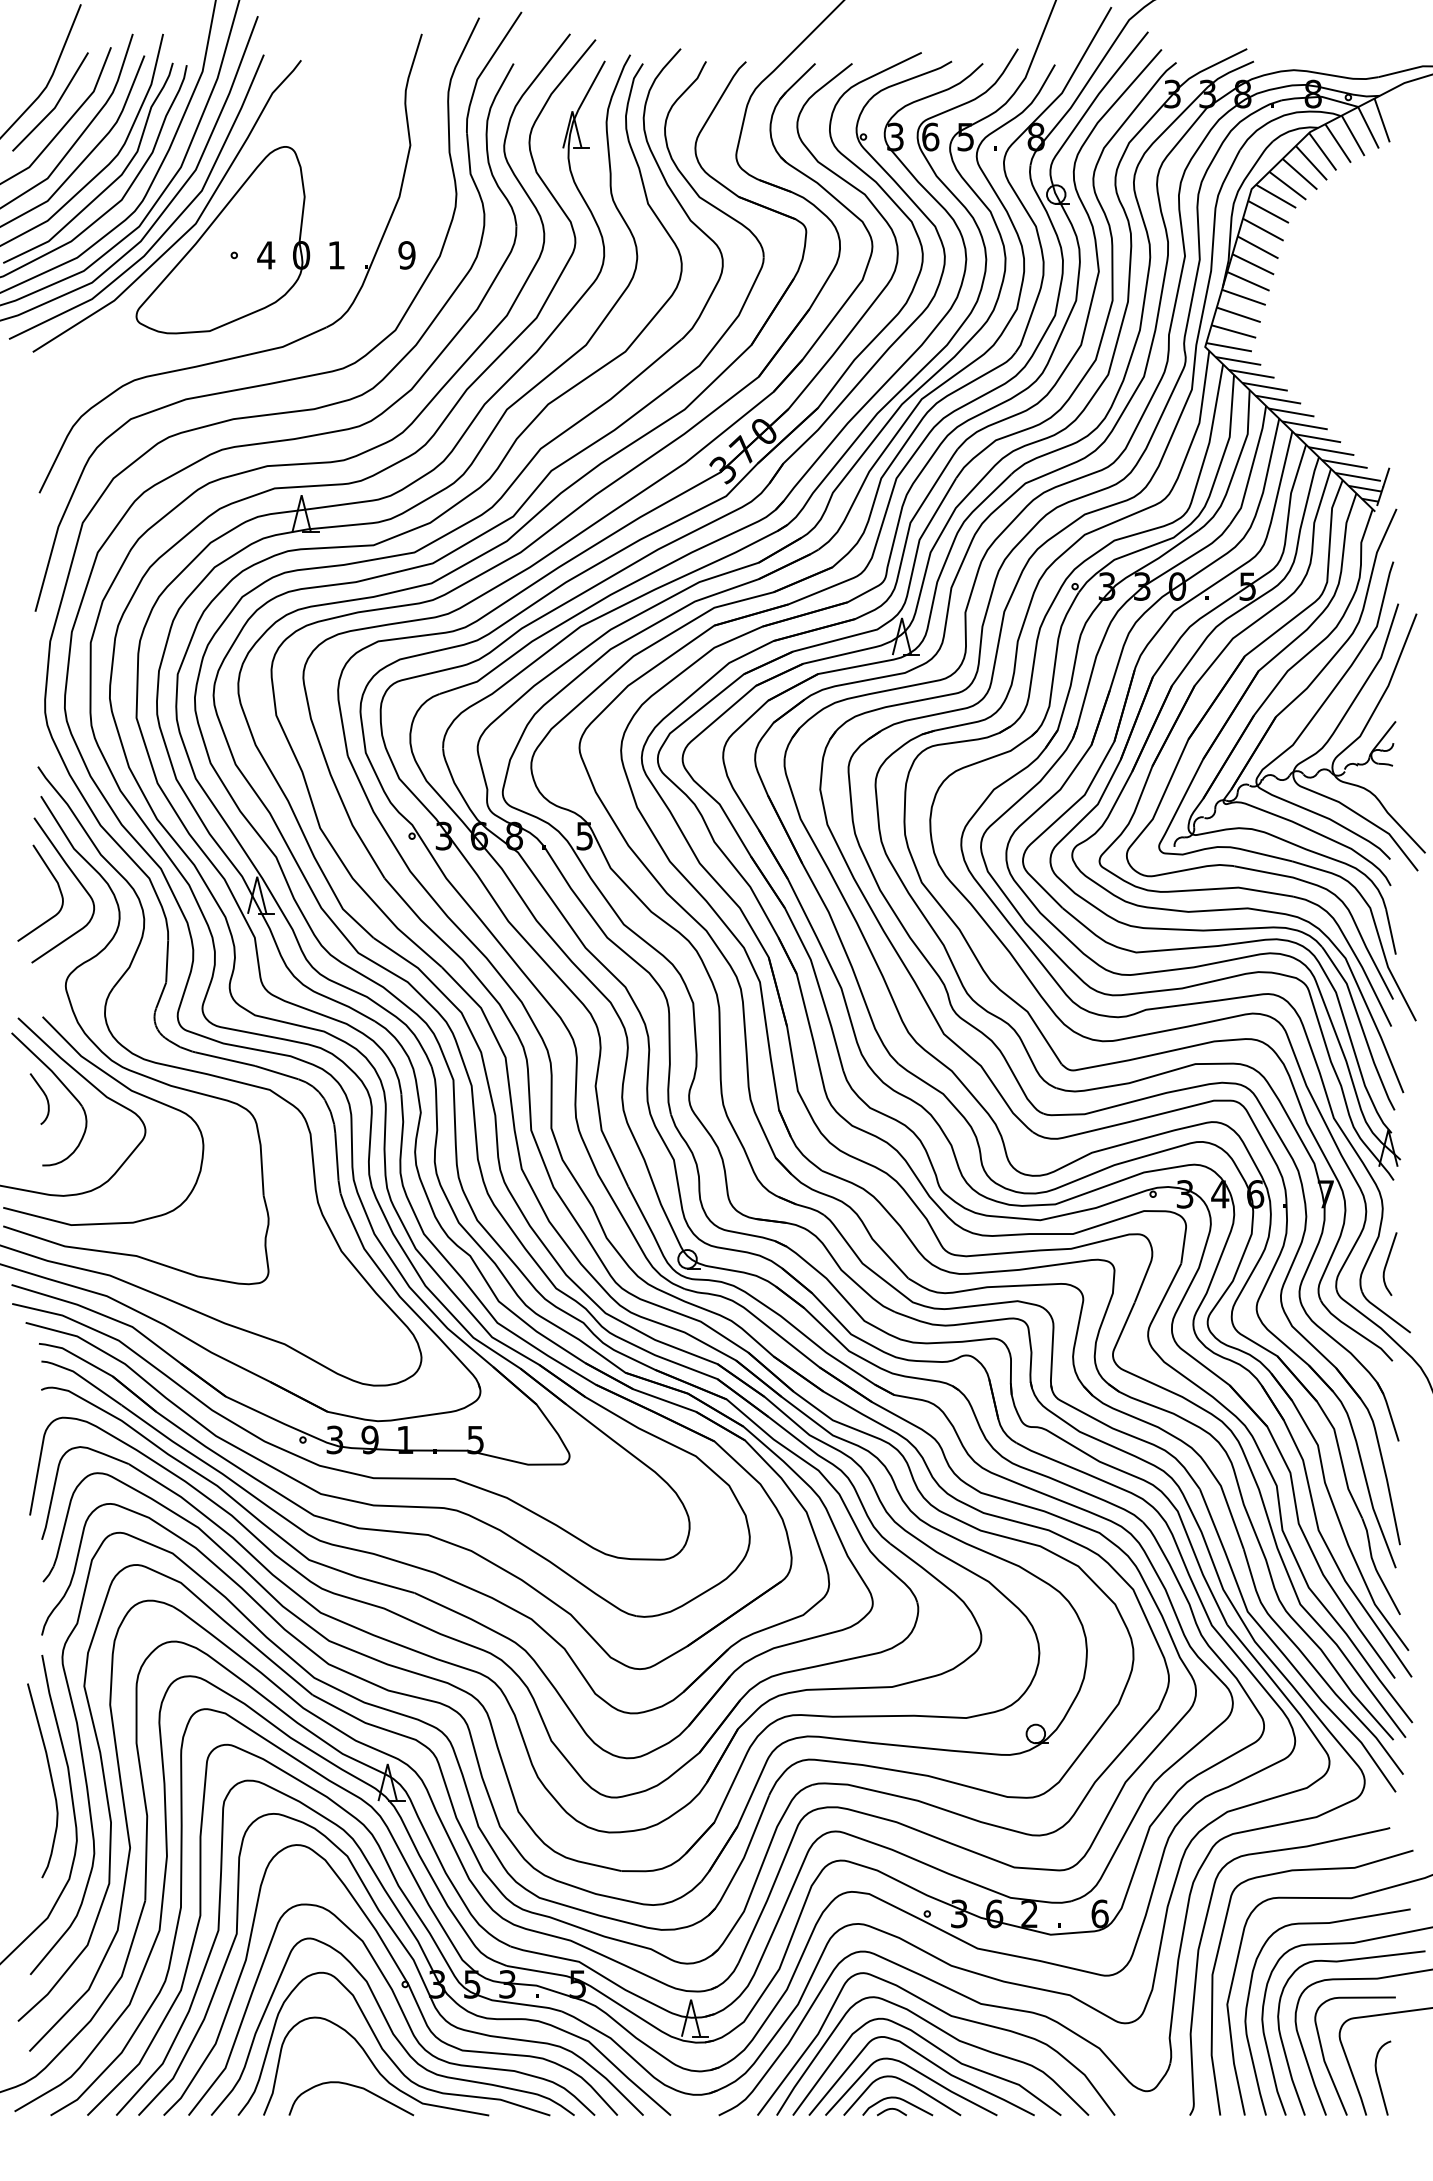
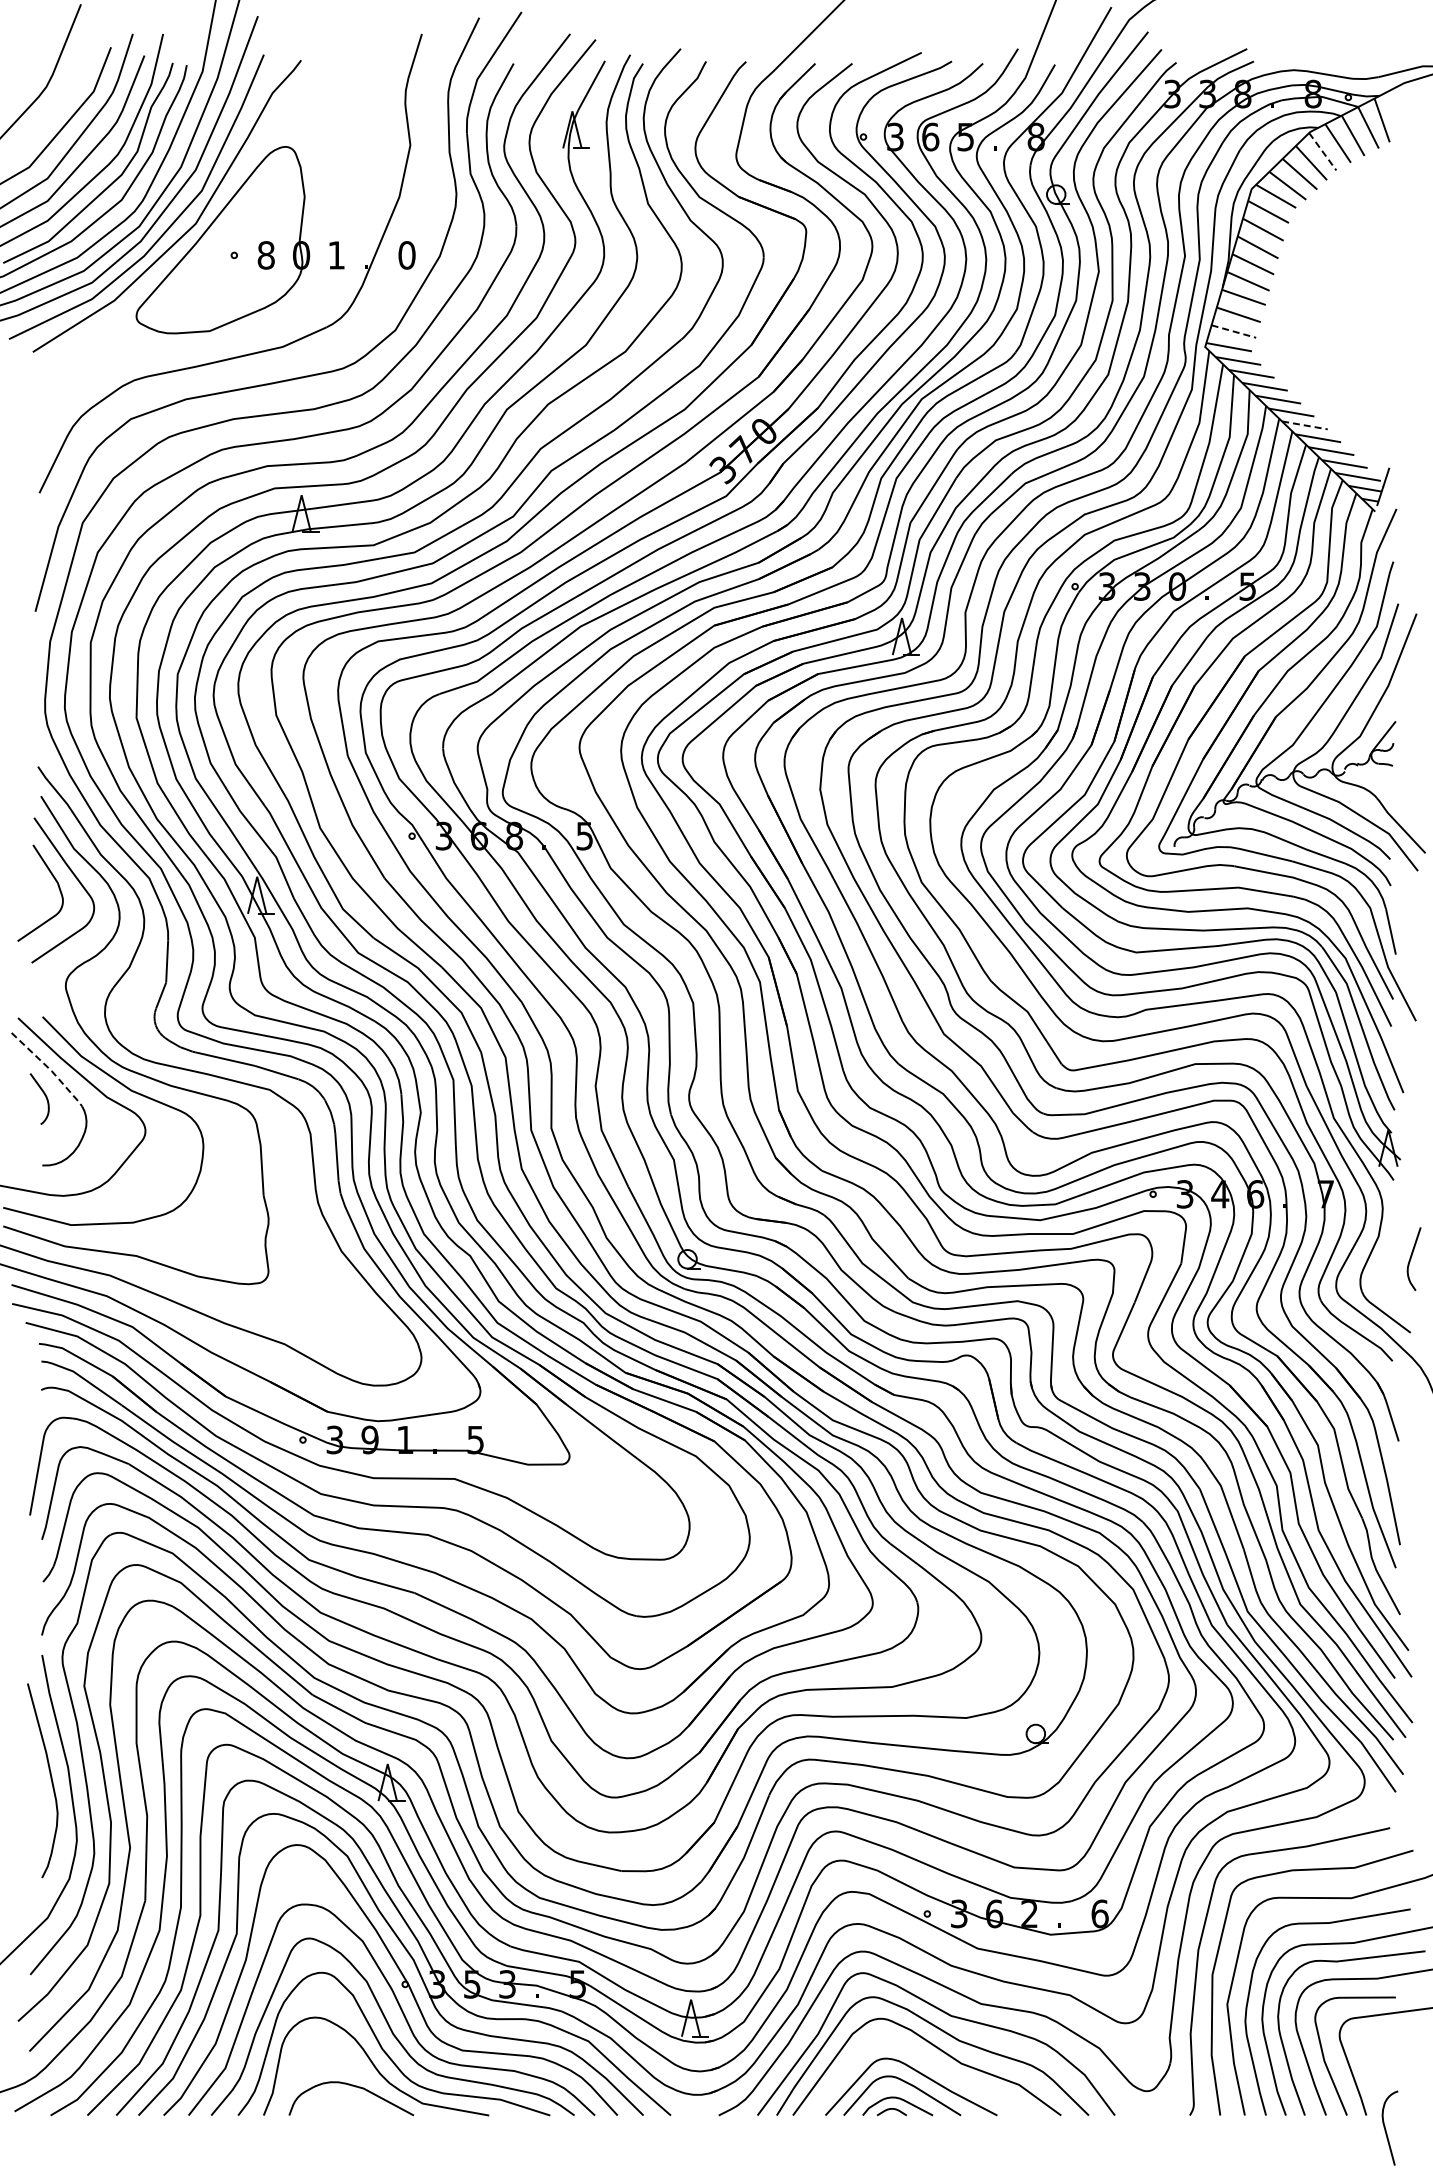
line at (55, 104): present -> none
line at (1323, 152): solid -> dashed
text at (266, 255): 4 -> 8
text at (406, 255): 9 -> 0
line at (1234, 331): solid -> dashed
line at (1305, 425): solid -> dashed
line at (49, 1069): solid -> dashed
curve at (1387, 1263) position: (1387, 1263) -> (1411, 1258)
curve at (931, 2063): present -> none
curve at (1379, 2079) position: (1379, 2079) -> (1386, 2129)
